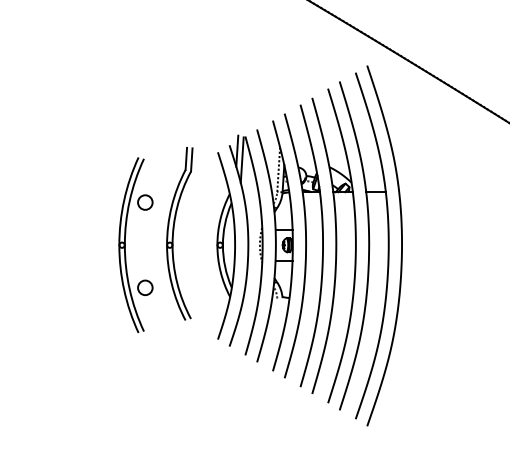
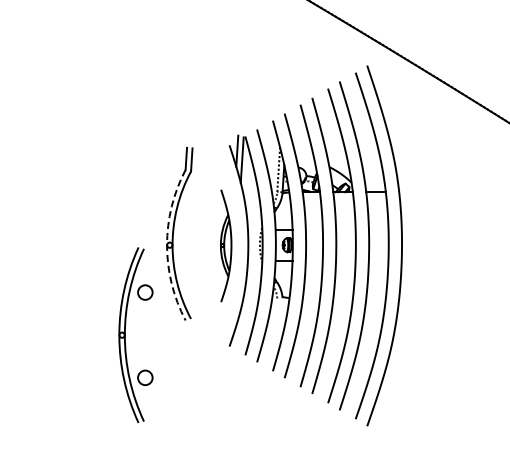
part at (125, 244) position: (125, 244) -> (125, 334)
arc at (167, 245): solid -> dashed
part at (225, 245) size: 20x188 px -> 13x114 px
